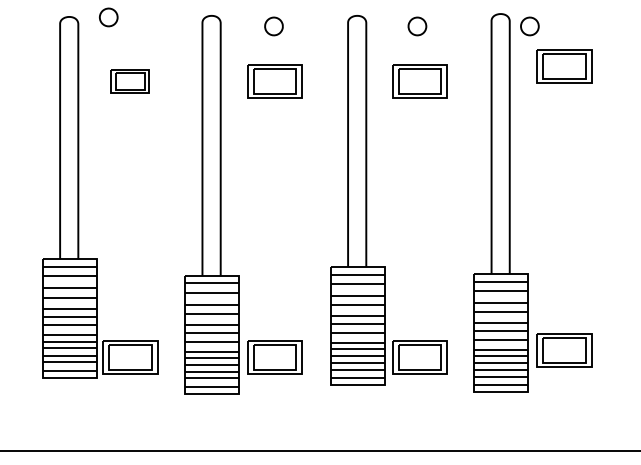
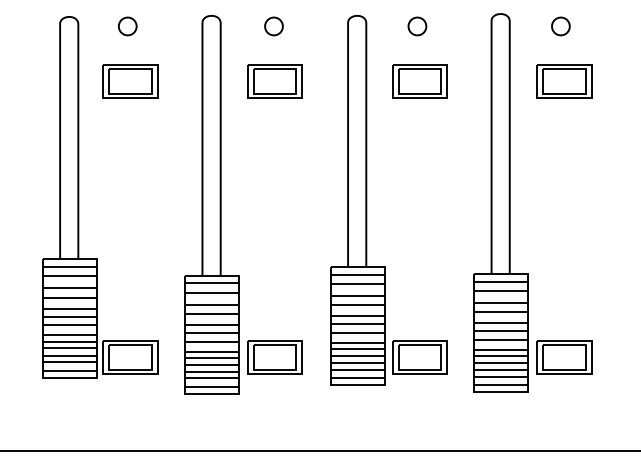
part at (108, 17) position: (108, 17) -> (127, 26)
part at (529, 26) position: (529, 26) -> (560, 26)
part at (564, 66) position: (564, 66) -> (564, 81)
part at (129, 81) size: 40x25 px -> 57x35 px
part at (564, 350) position: (564, 350) -> (564, 357)
